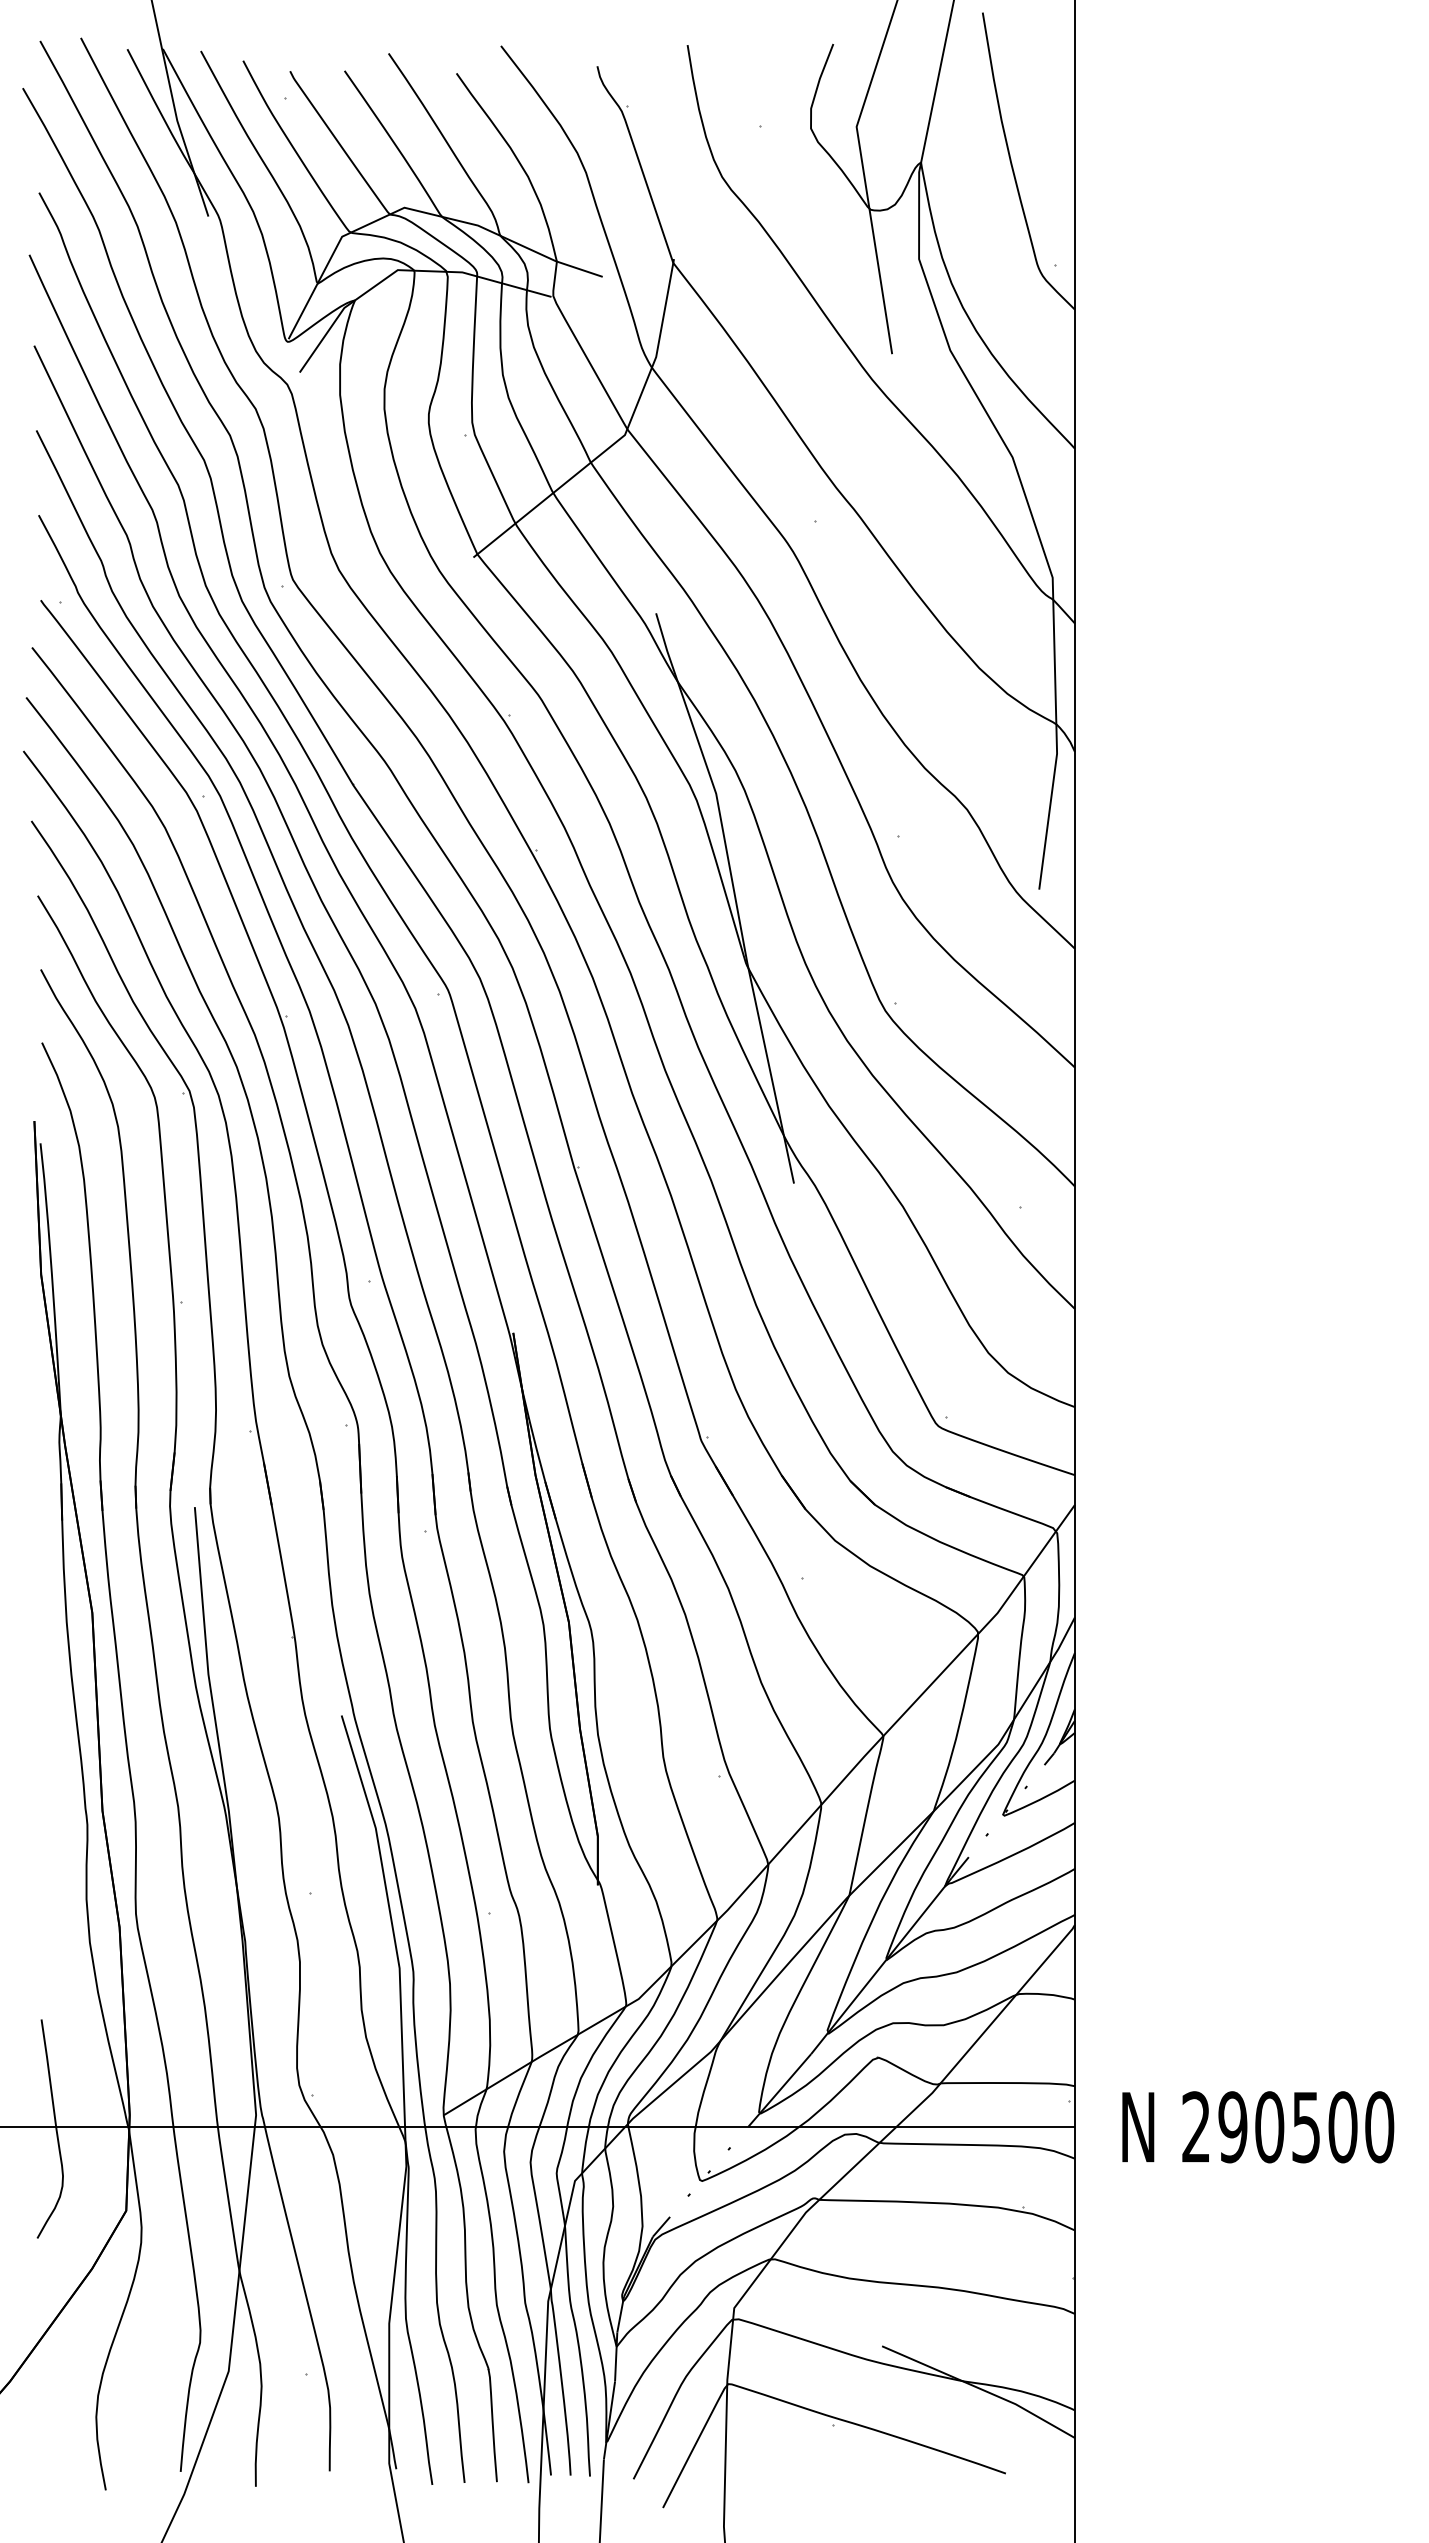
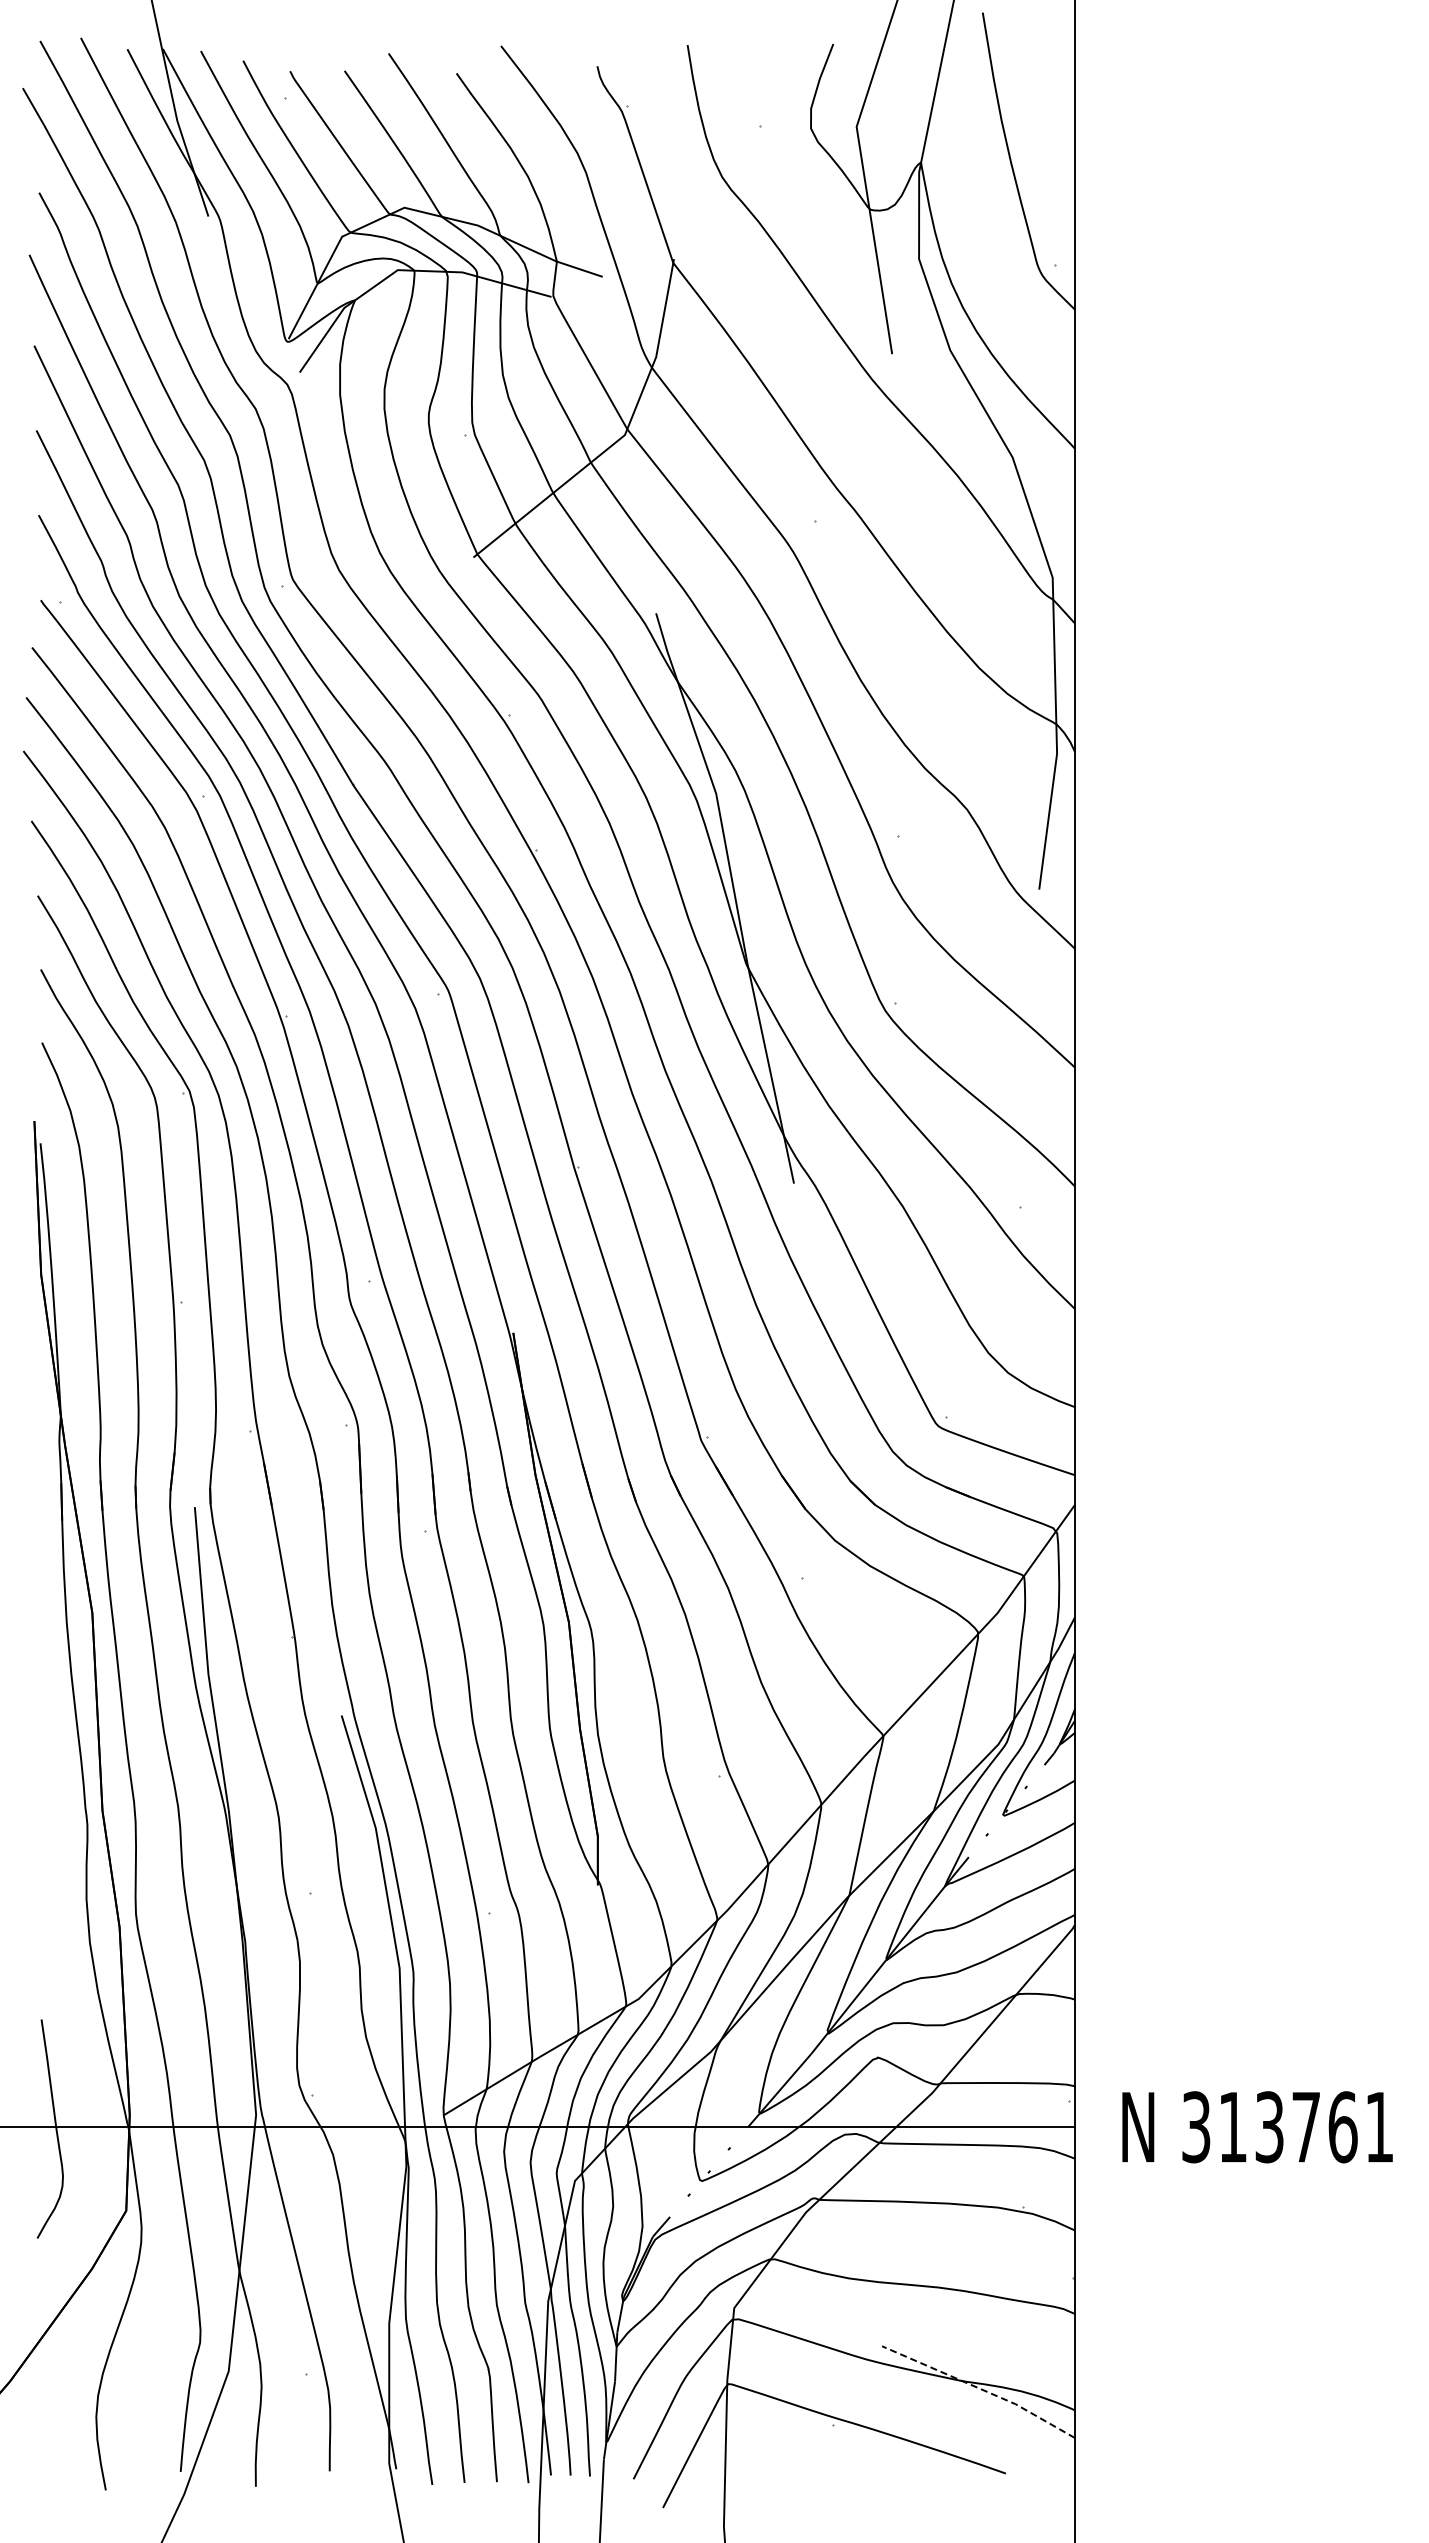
text at (1288, 2127): 290500 -> 313761
line at (980, 2389): solid -> dashed
